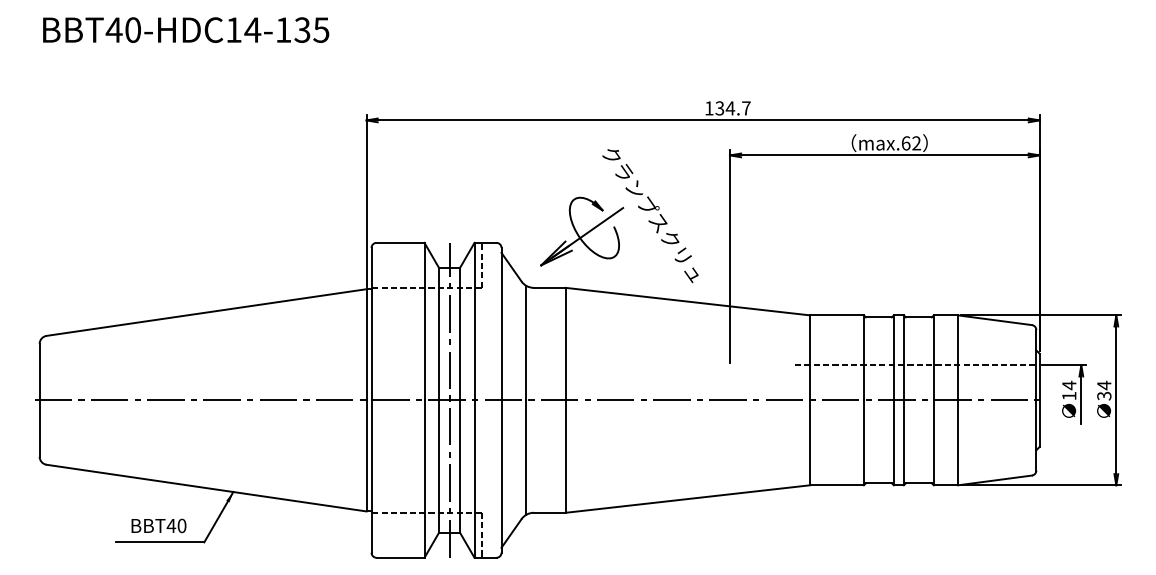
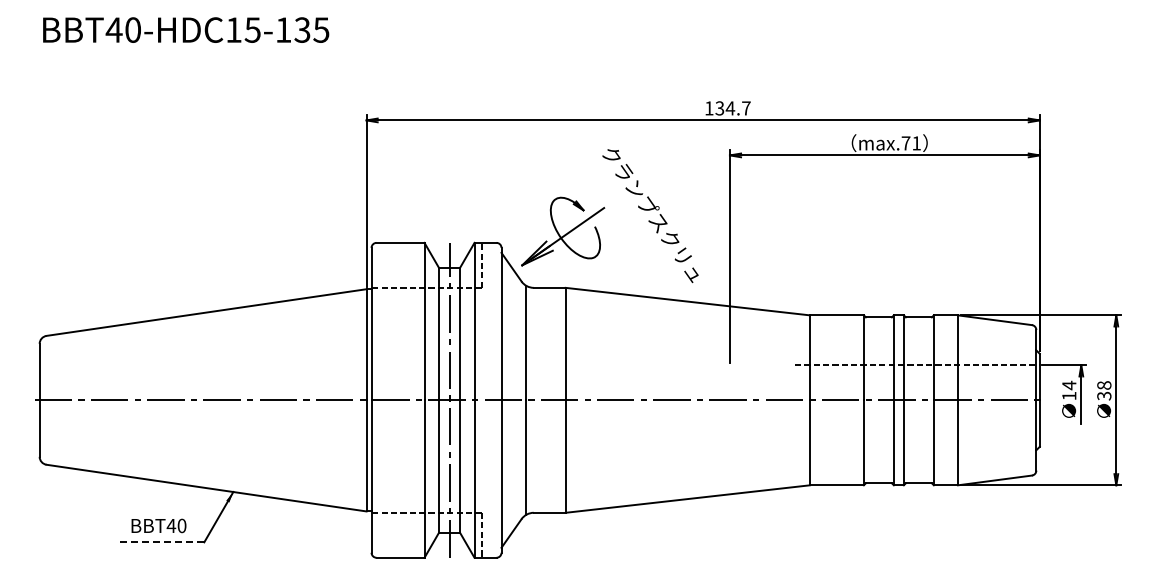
text at (252, 29): BBT40-HDC14-135 -> BBT40-HDC15-135
text at (910, 143): max.62 -> max.71
part at (582, 231) position: (582, 231) -> (563, 231)
text at (1104, 385): 34 -> 38
line at (159, 542): solid -> dashed
